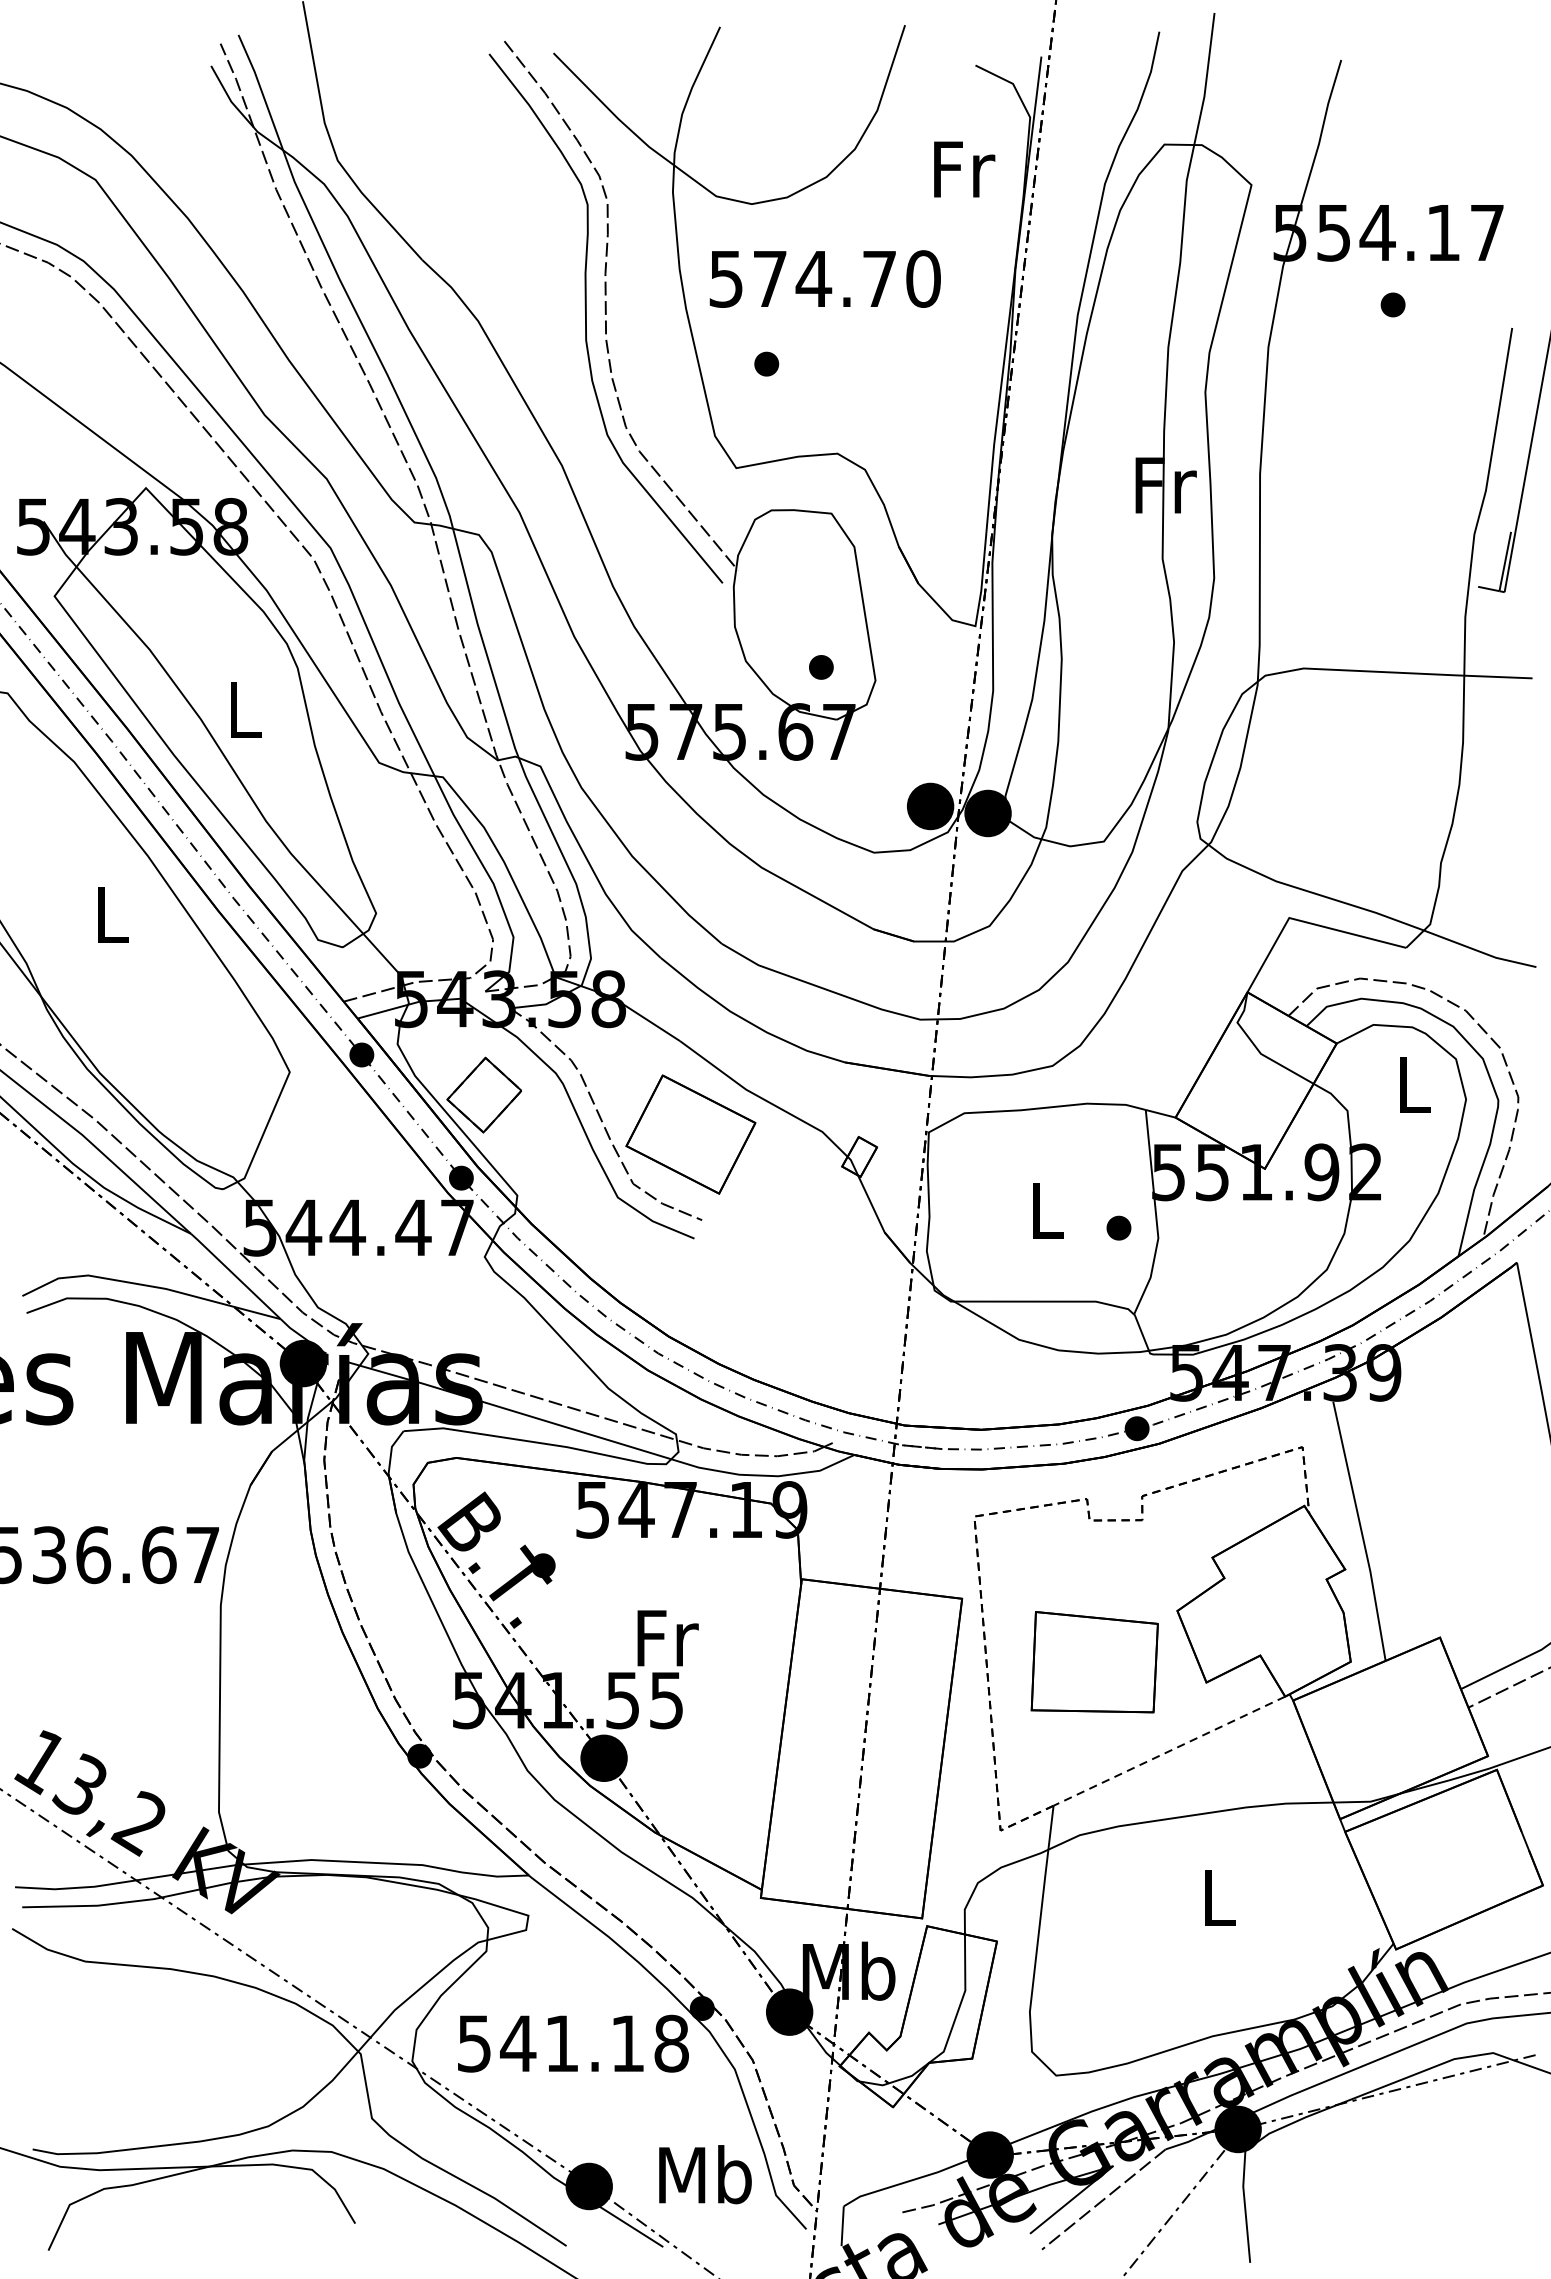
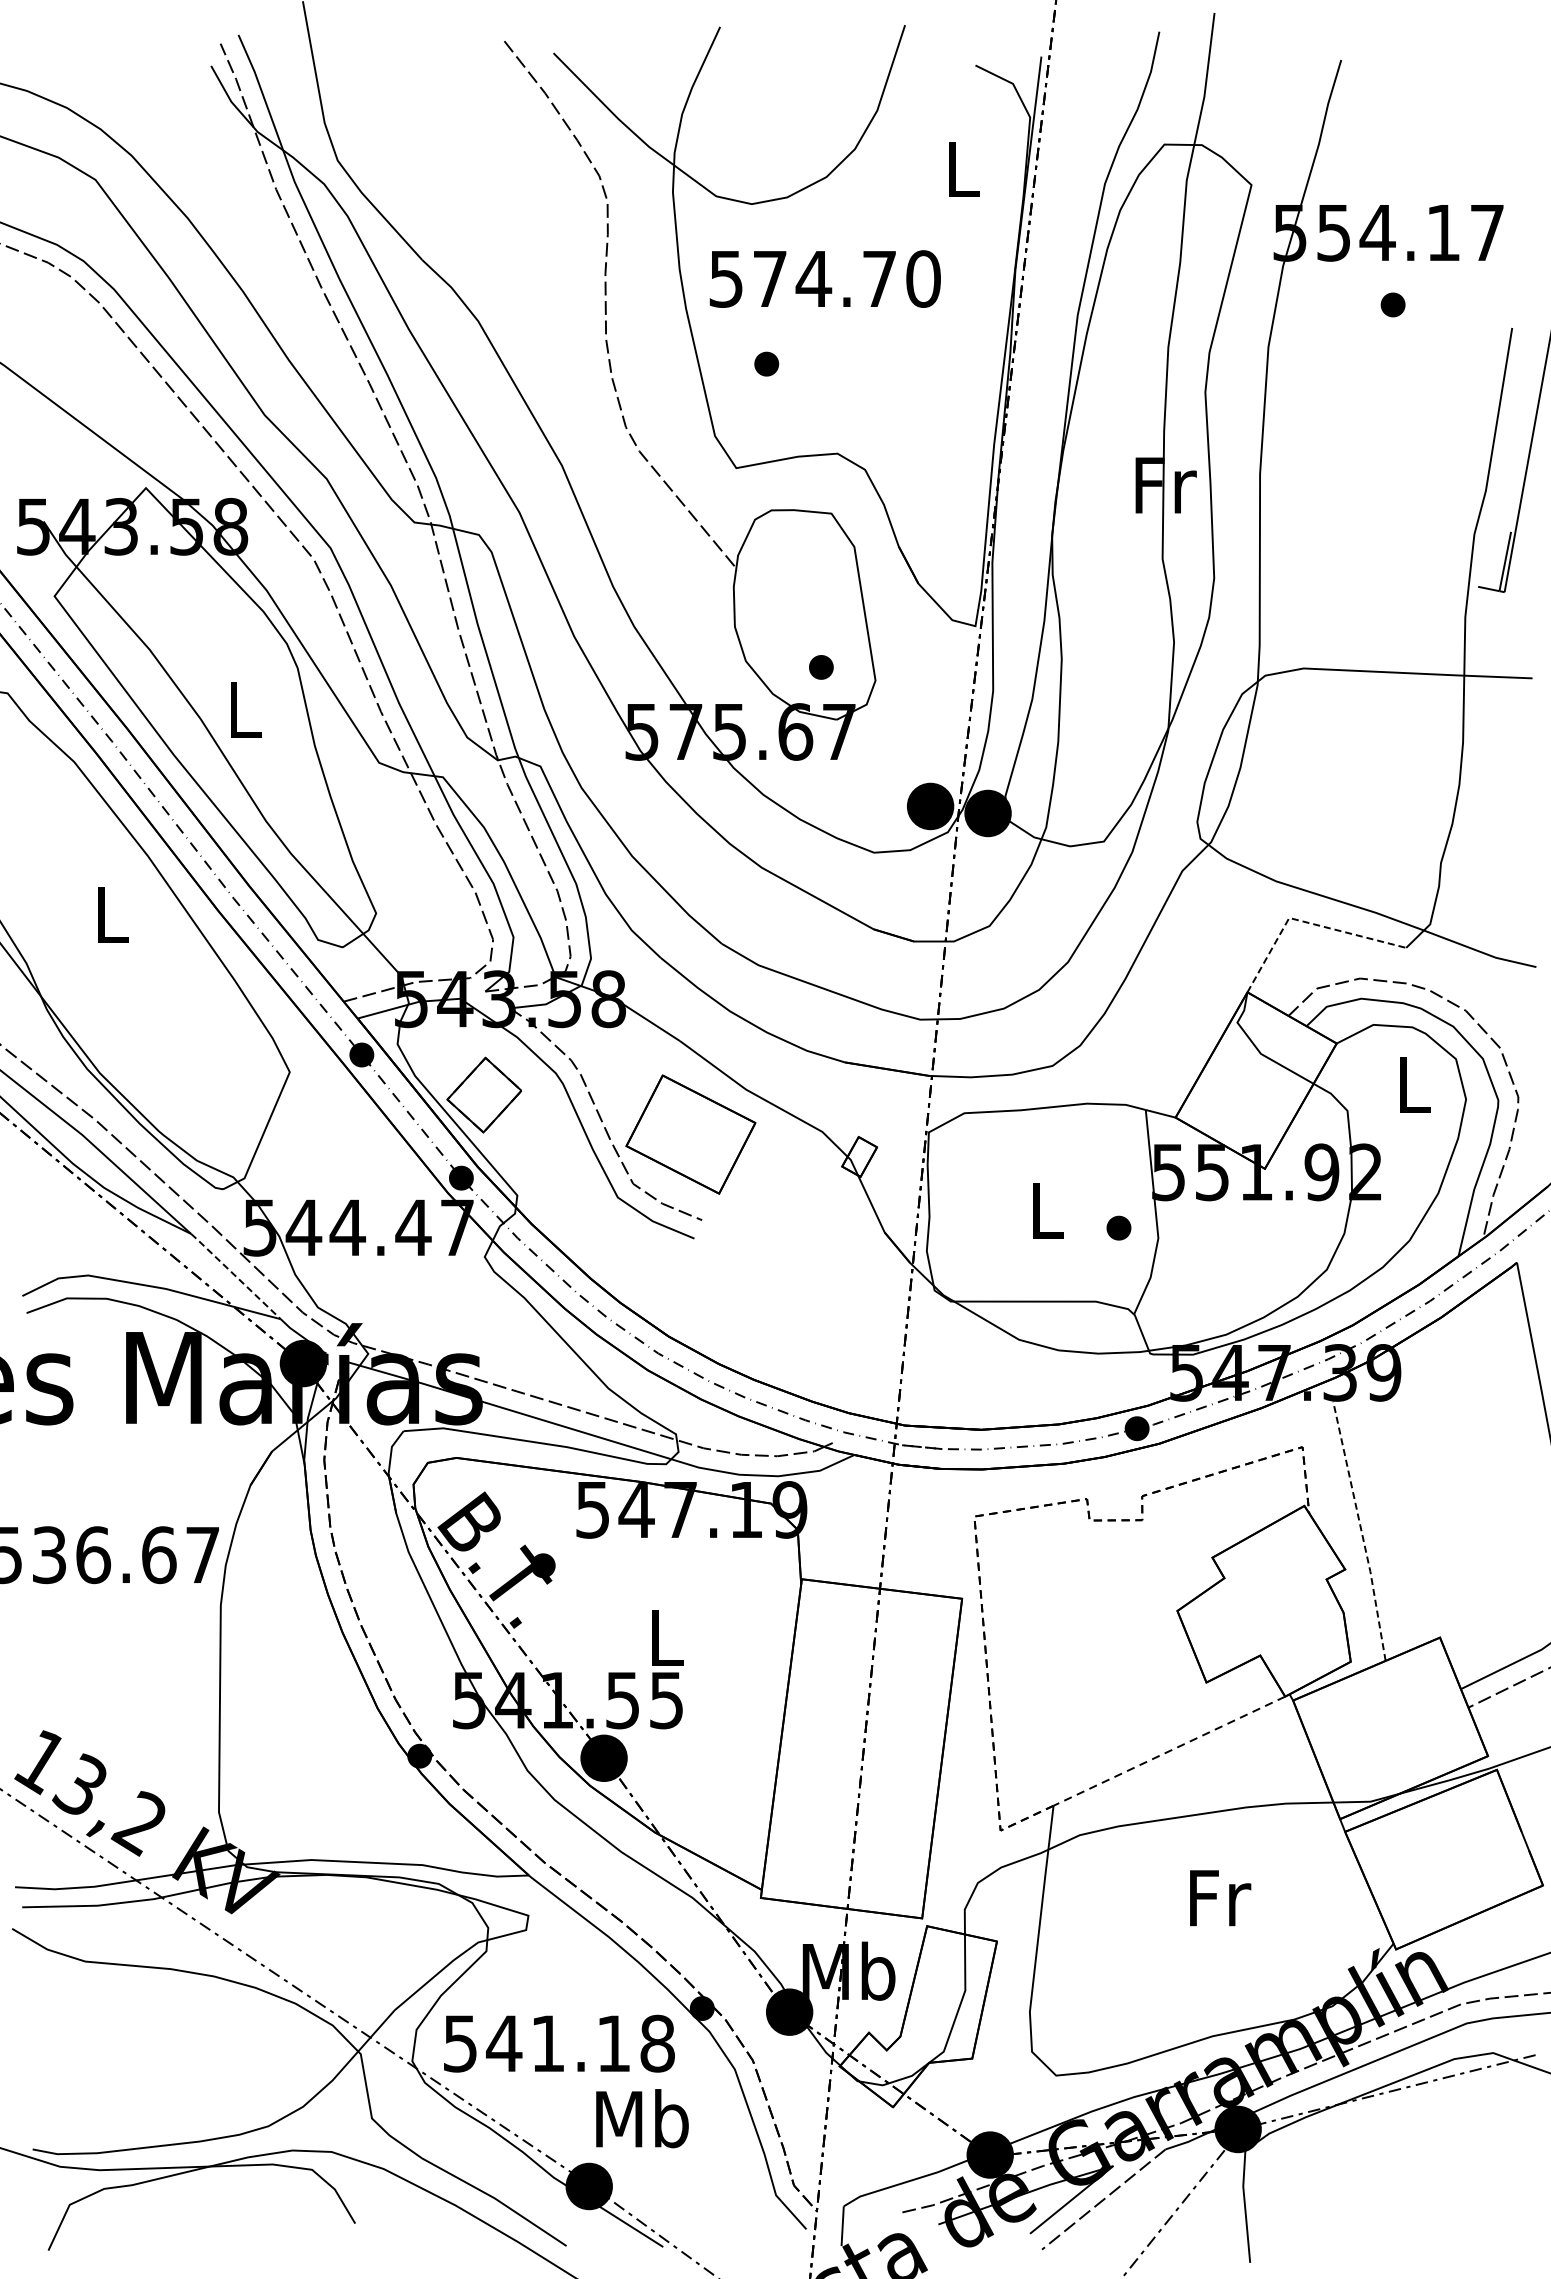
text at (964, 169): Fr -> L
curve at (586, 318): present -> none
line at (1305, 922): solid -> dashed
line at (235, 1276): solid -> dashed
line at (1361, 1530): solid -> dashed
text at (667, 1638): Fr -> L
part at (1094, 1662): present -> none
text at (1220, 1898): L -> Fr
text at (573, 2043) position: (573, 2043) -> (559, 2043)
text at (705, 2174) position: (705, 2174) -> (642, 2118)
